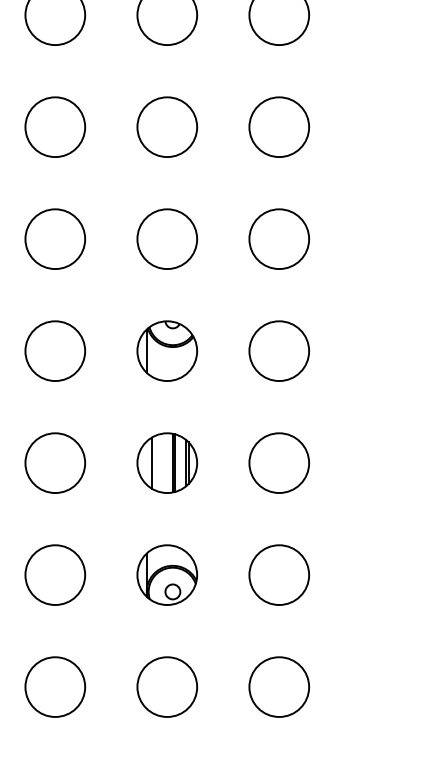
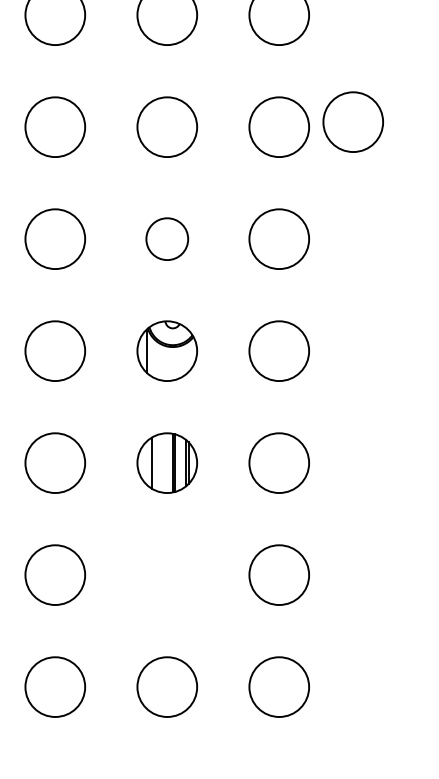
circle at (352, 121): none -> present
circle at (167, 239) diameter: 60 px -> 42 px
part at (166, 574): present -> none
